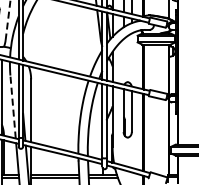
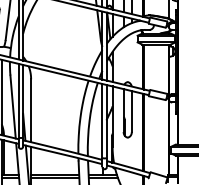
line at (8, 20): dashed -> solid
line at (13, 107): dashed -> solid
